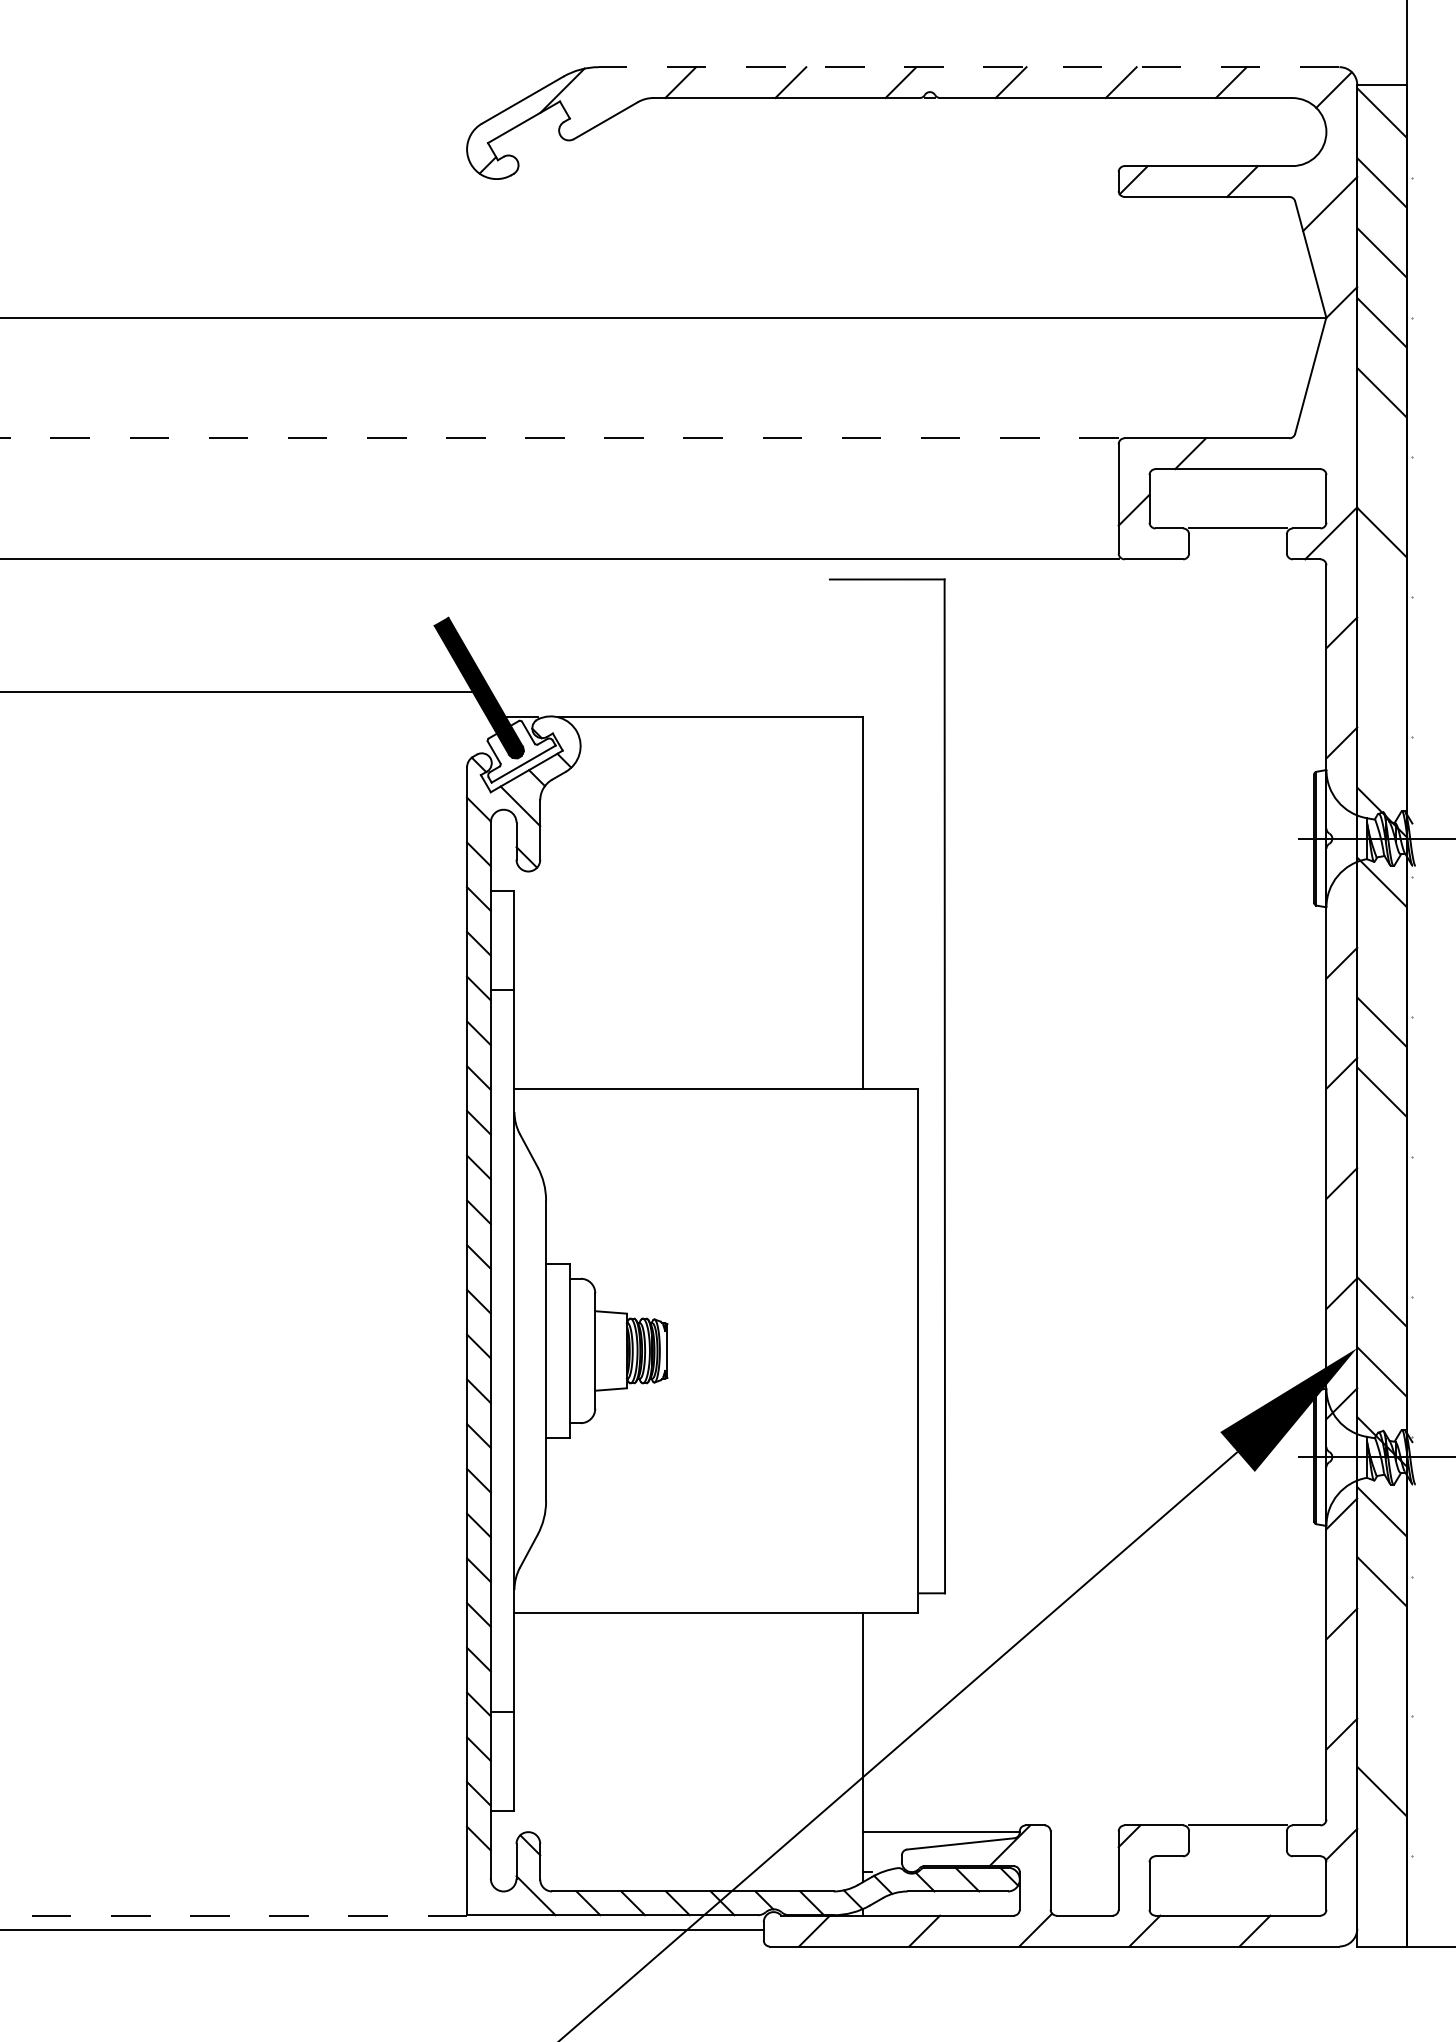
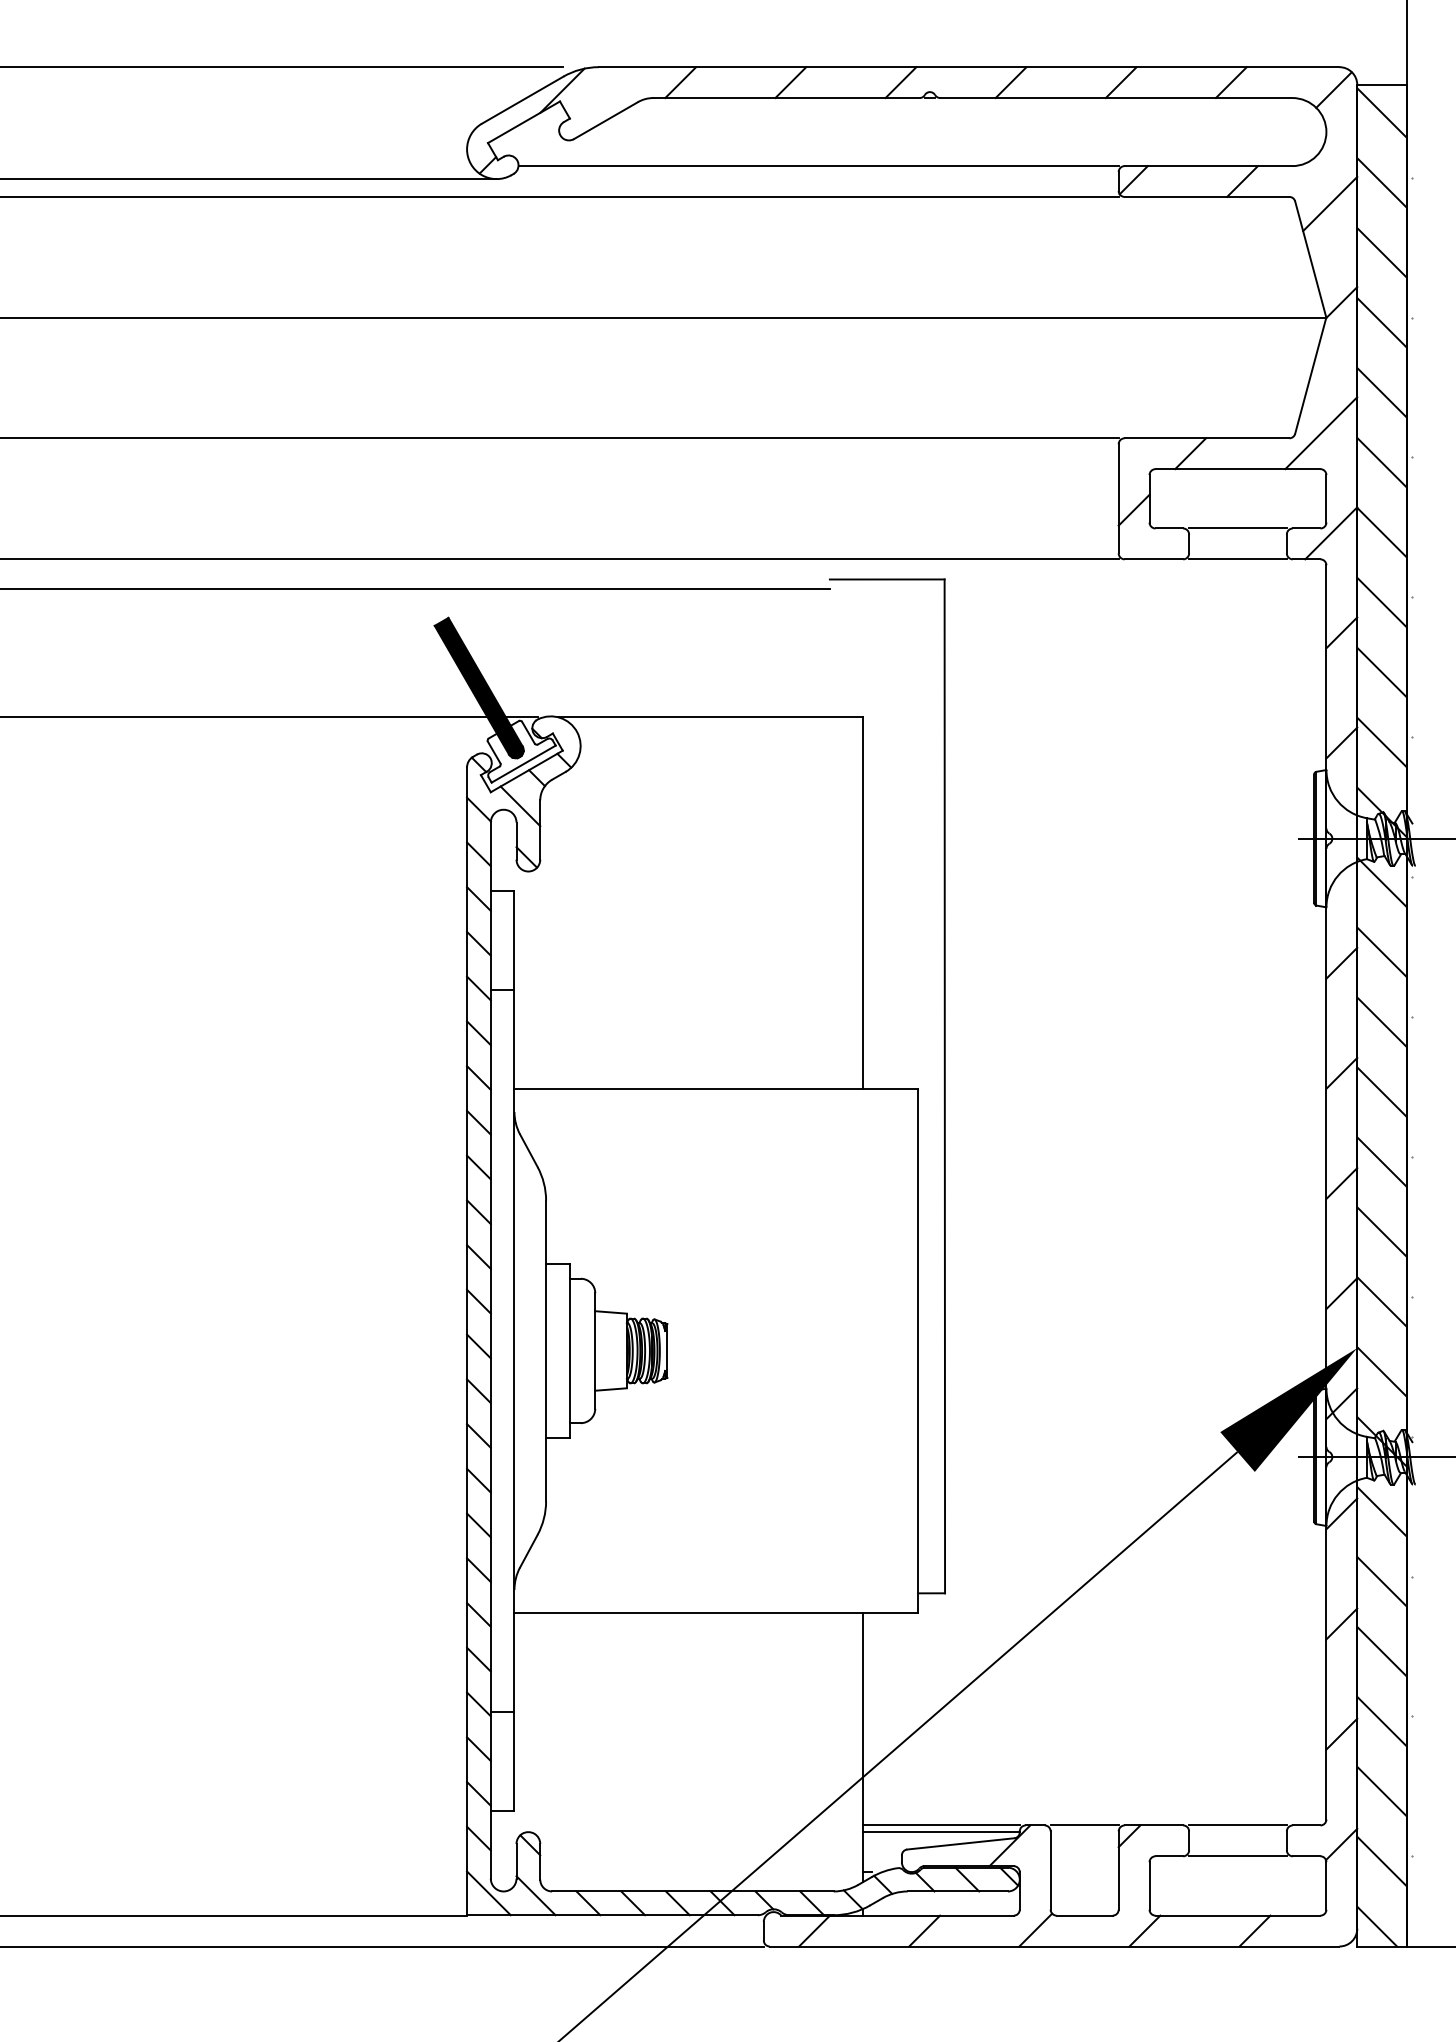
line at (282, 67): none -> present
line at (968, 67): dashed -> solid
line at (818, 166): none -> present
line at (249, 179): none -> present
line at (560, 196): none -> present
line at (1321, 433): none -> present
line at (559, 438): dashed -> solid
line at (1381, 462): none -> present
line at (1237, 559): none -> present
line at (415, 588): none -> present
line at (1381, 602): none -> present
line at (1381, 672): none -> present
line at (244, 692) position: (244, 692) -> (244, 717)
line at (1381, 742): none -> present
line at (1381, 952): none -> present
line at (1381, 1161): none -> present
line at (1381, 1231): none -> present
line at (1381, 1651): none -> present
line at (1381, 1721): none -> present
line at (940, 1825): none -> present
line at (1084, 1825): none -> present
line at (1237, 1856): none -> present
line at (1381, 1861): none -> present
line at (488, 1893): none -> present
line at (233, 1916): dashed -> solid
line at (1377, 1926): none -> present
line at (382, 1929) position: (382, 1929) -> (382, 1946)
